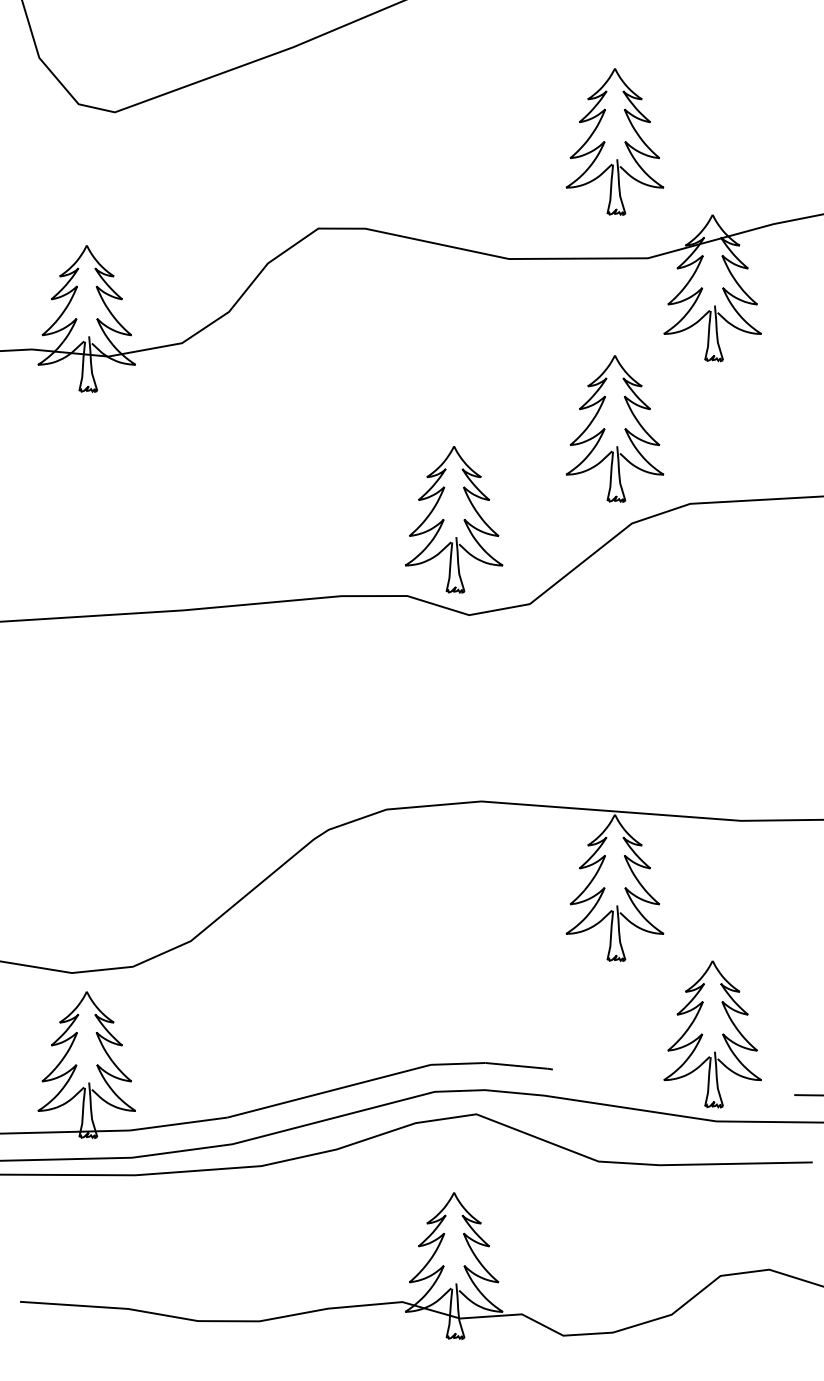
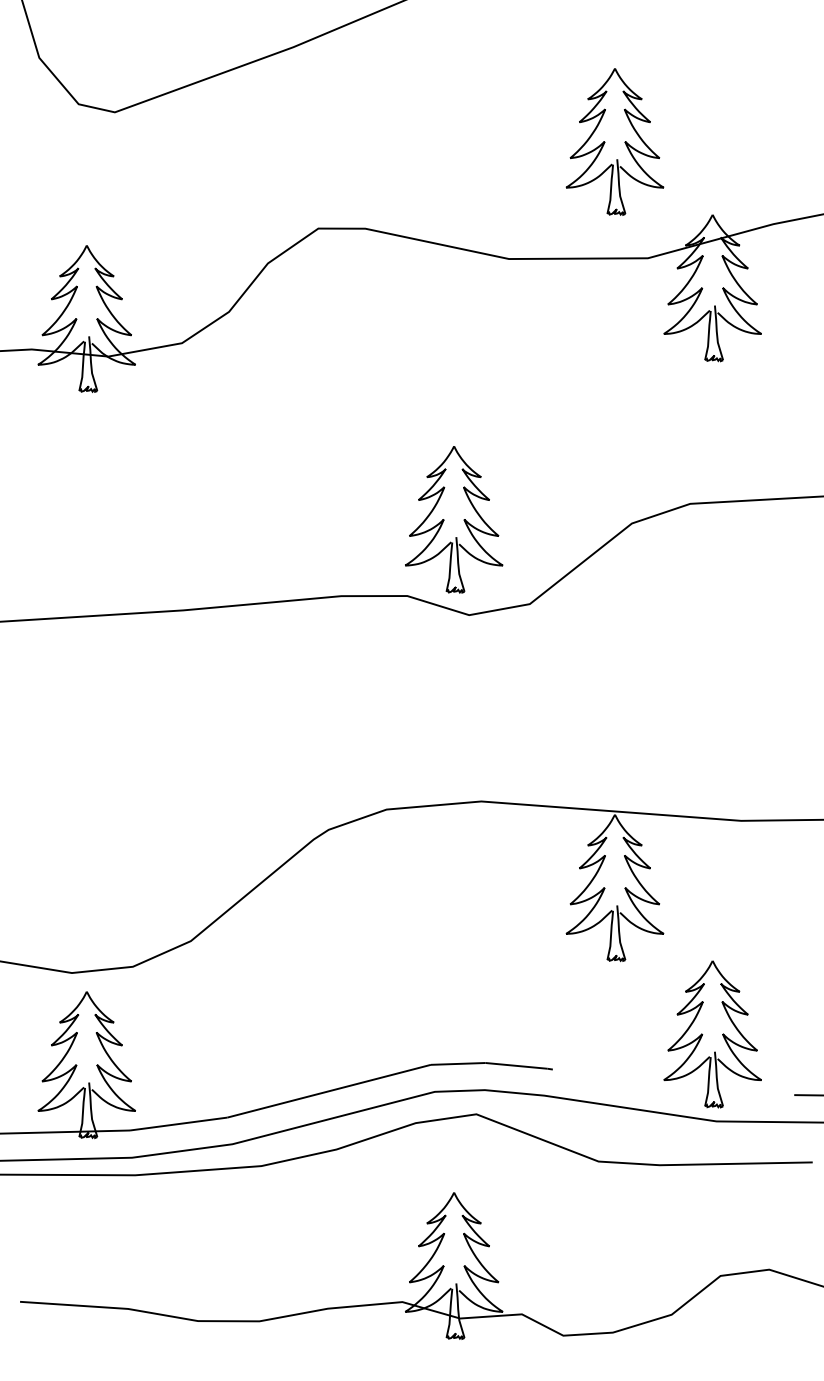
part at (614, 428): present -> none
